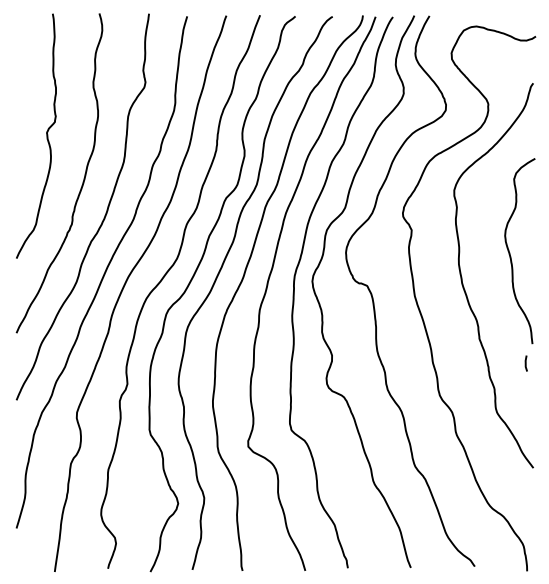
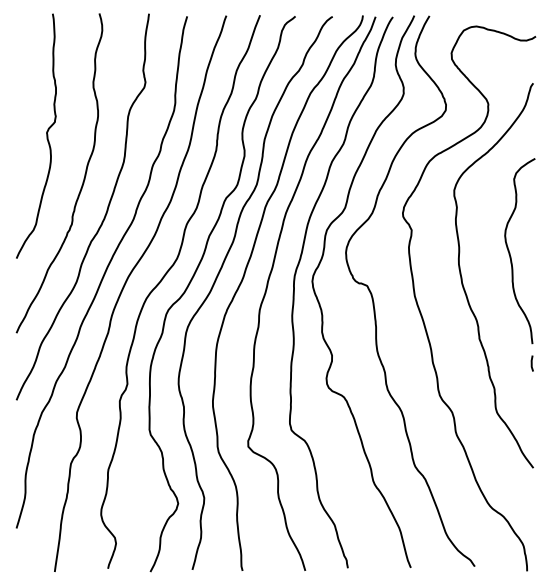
line at (525, 363) position: (525, 363) -> (531, 363)
